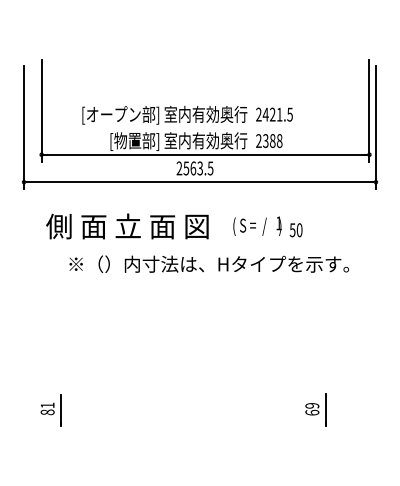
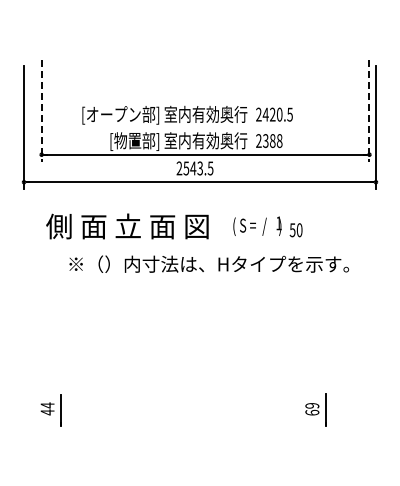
line at (41, 110): solid -> dashed
line at (369, 111): solid -> dashed
text at (279, 114): 2421.5 -> 2420.5
text at (193, 168): 2563.5 -> 2543.5
text at (47, 408): 81 -> 44
